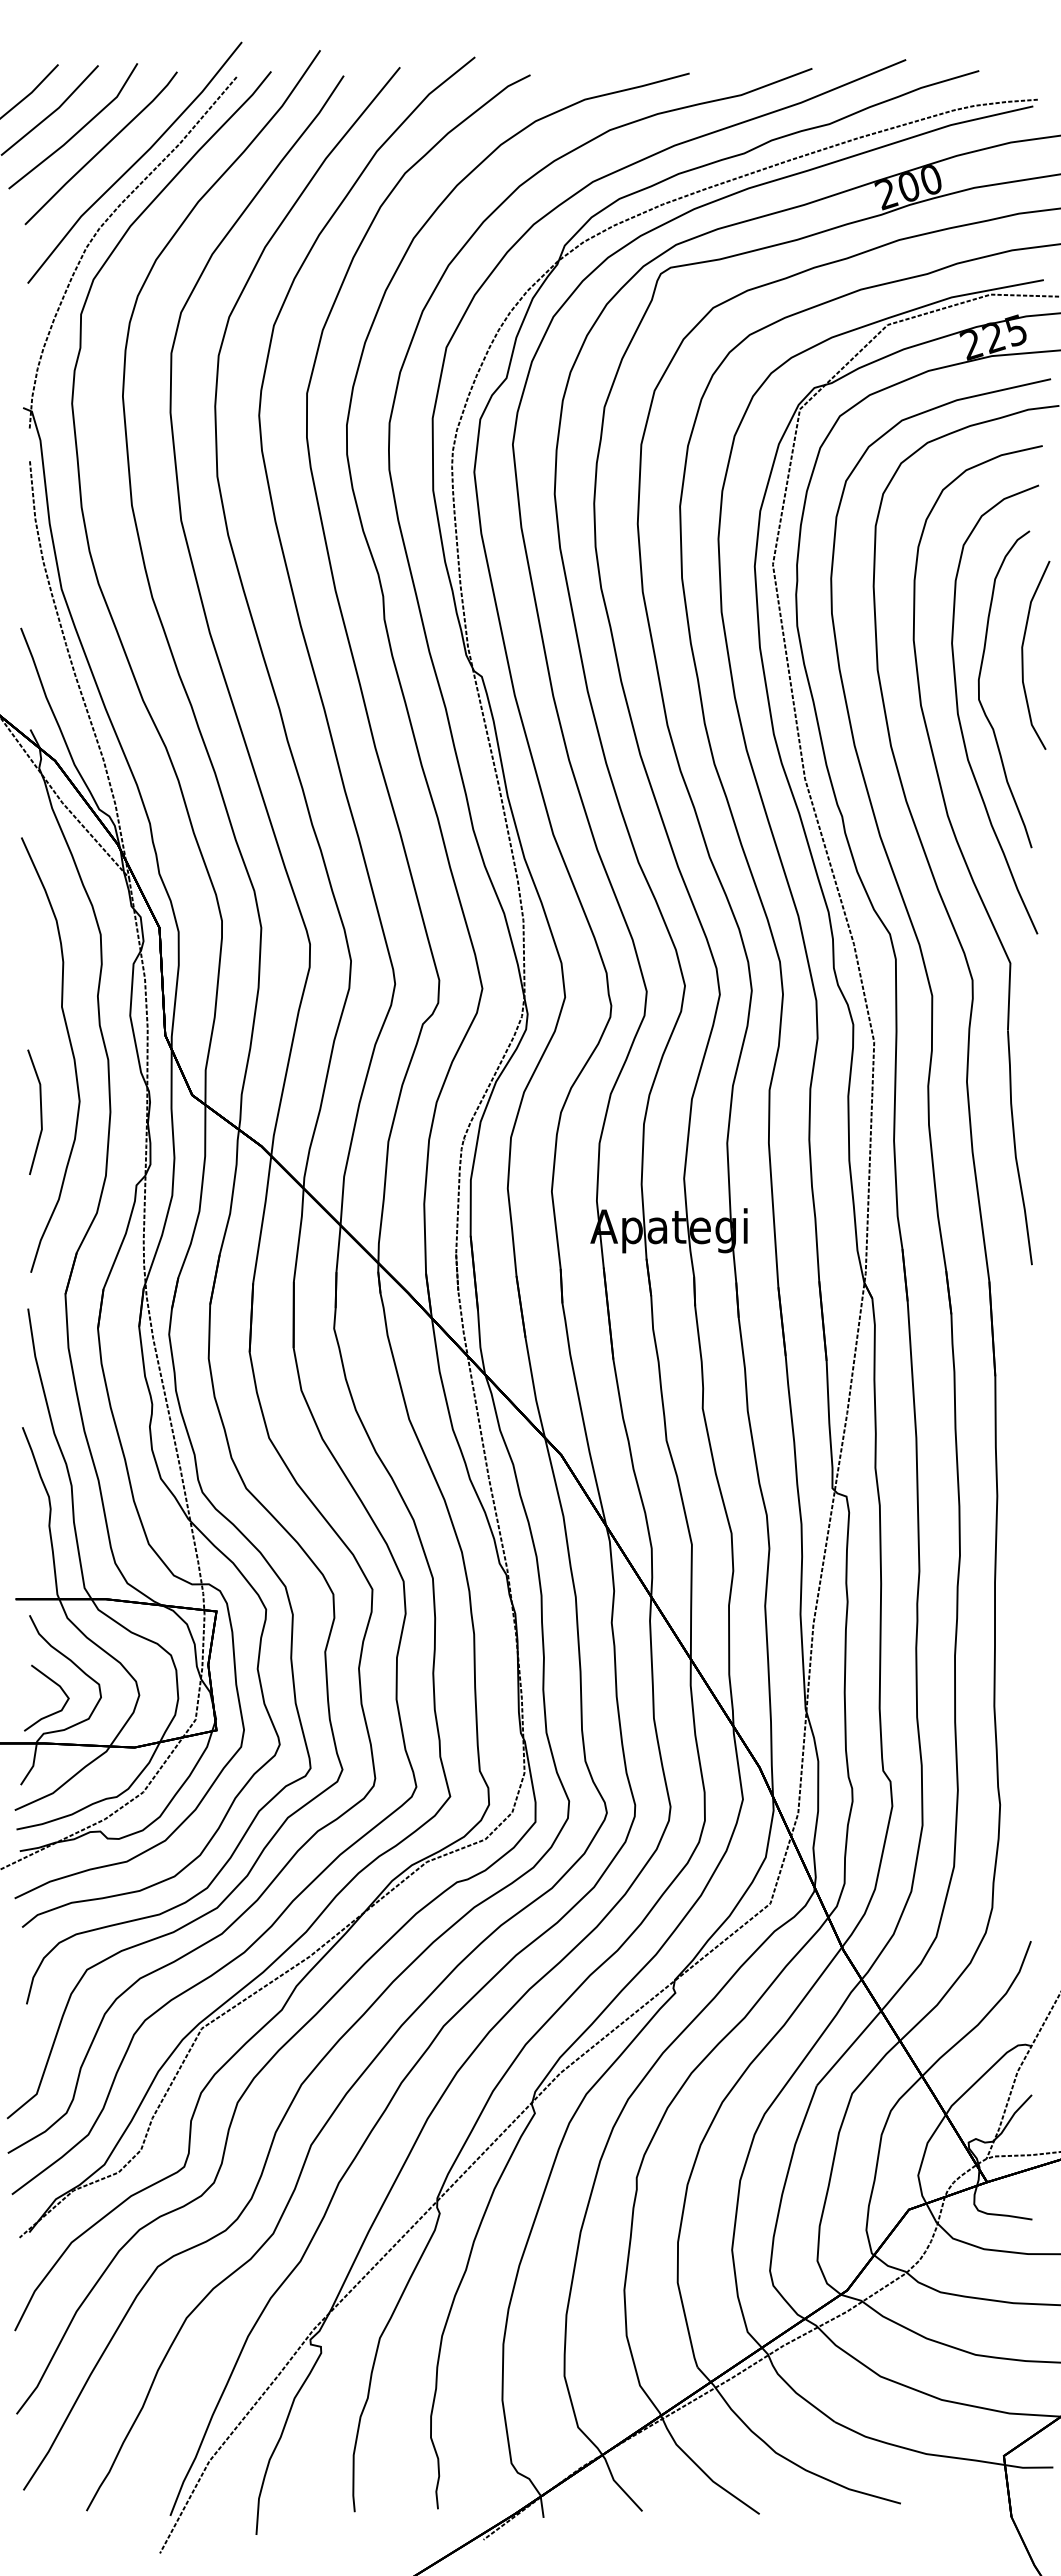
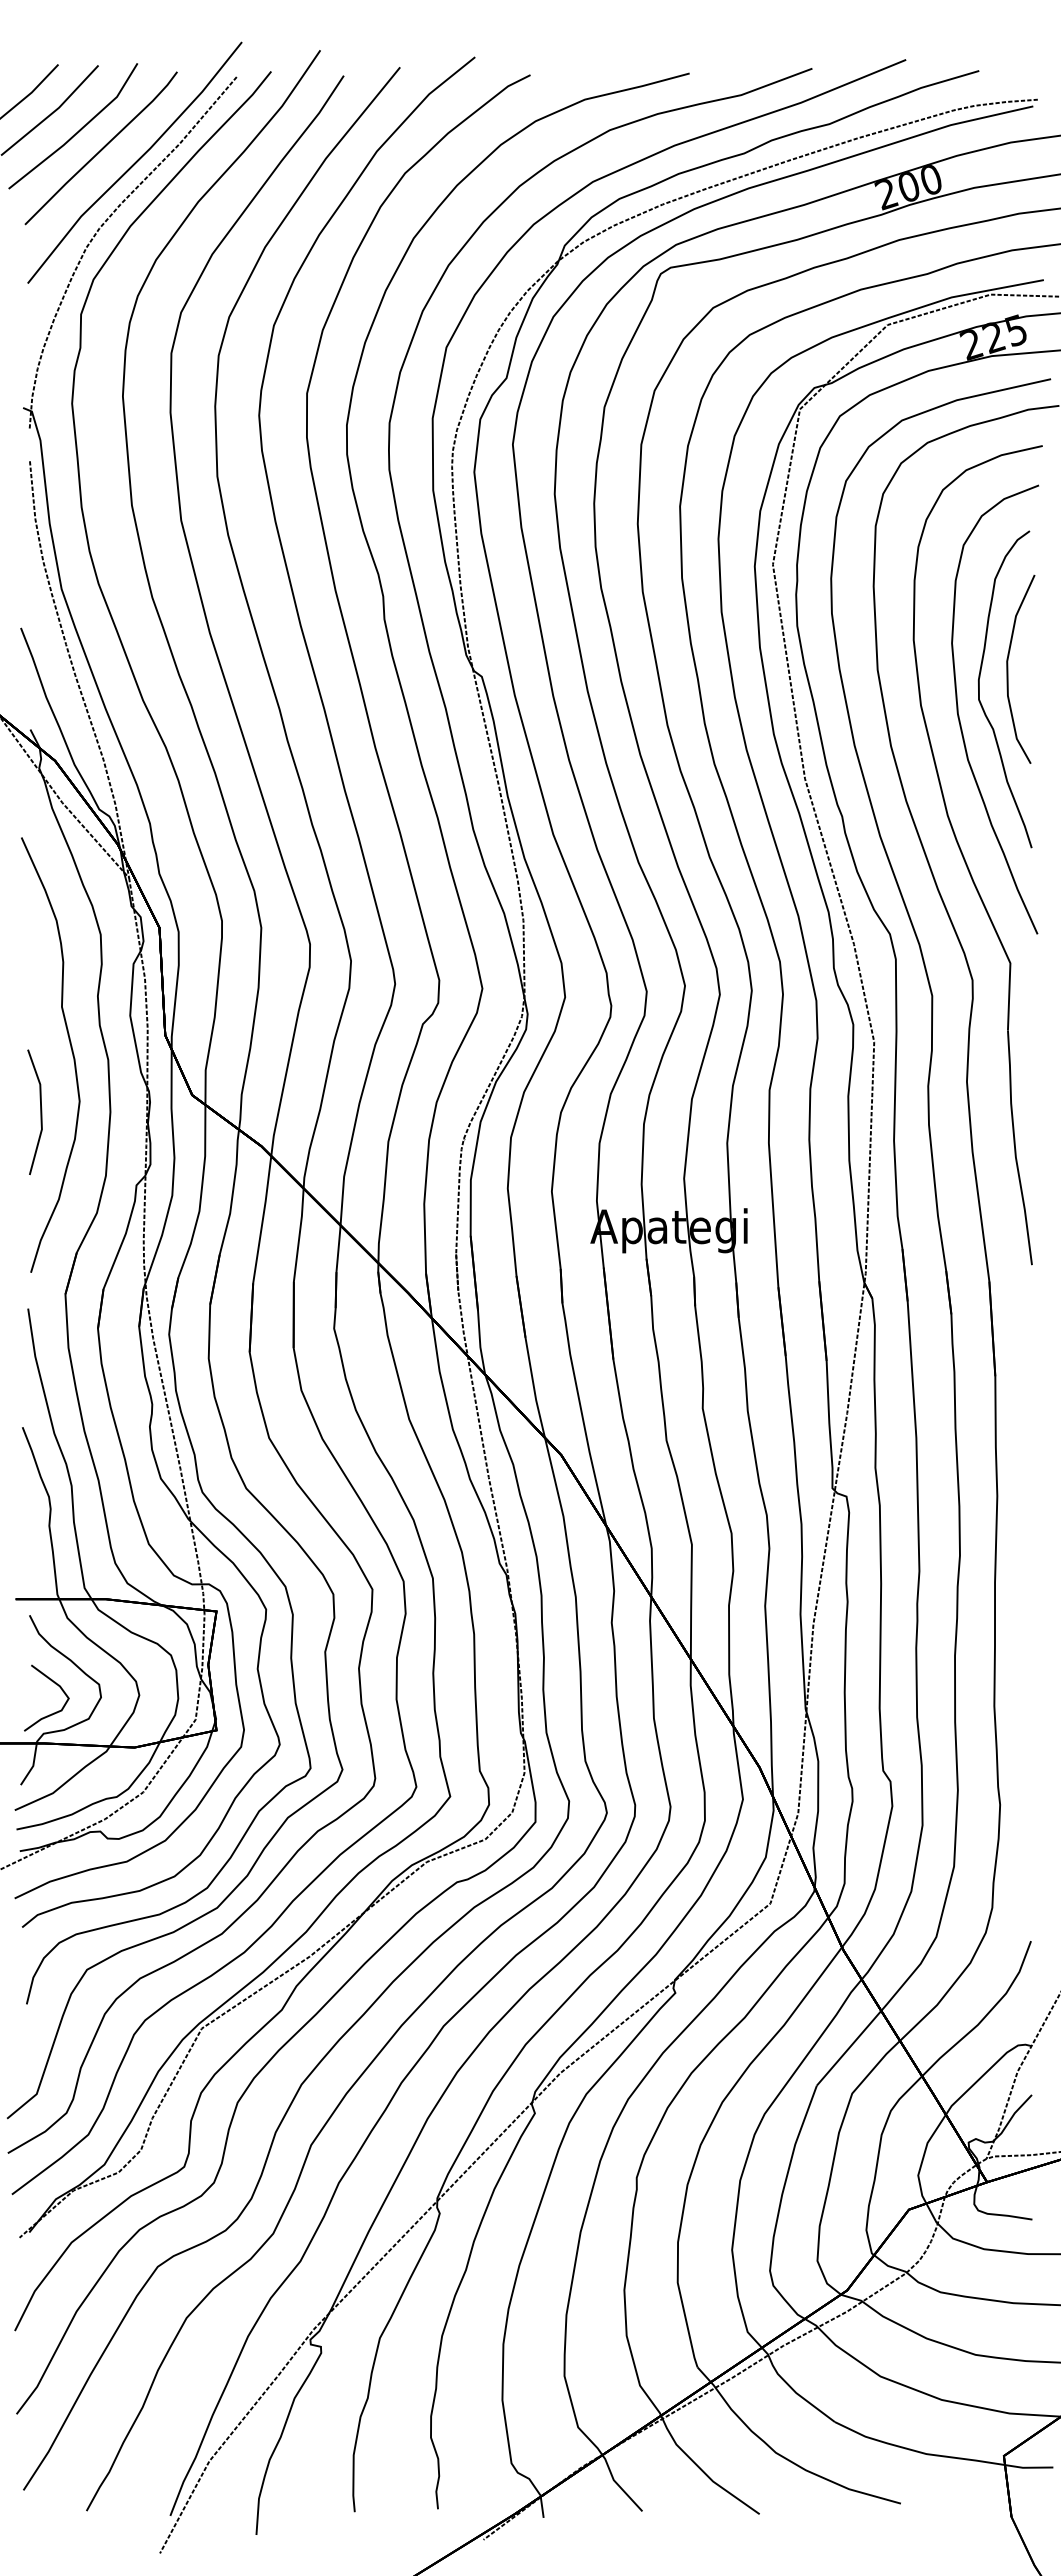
curve at (1023, 654) position: (1023, 654) -> (1008, 668)
